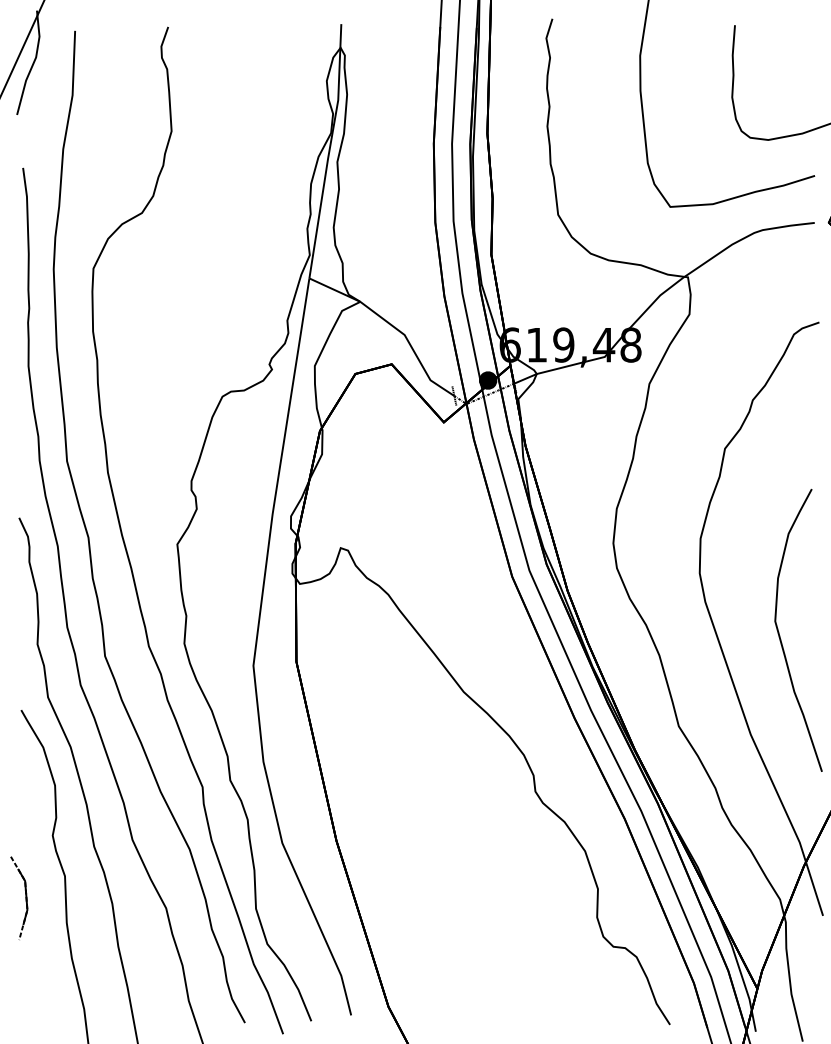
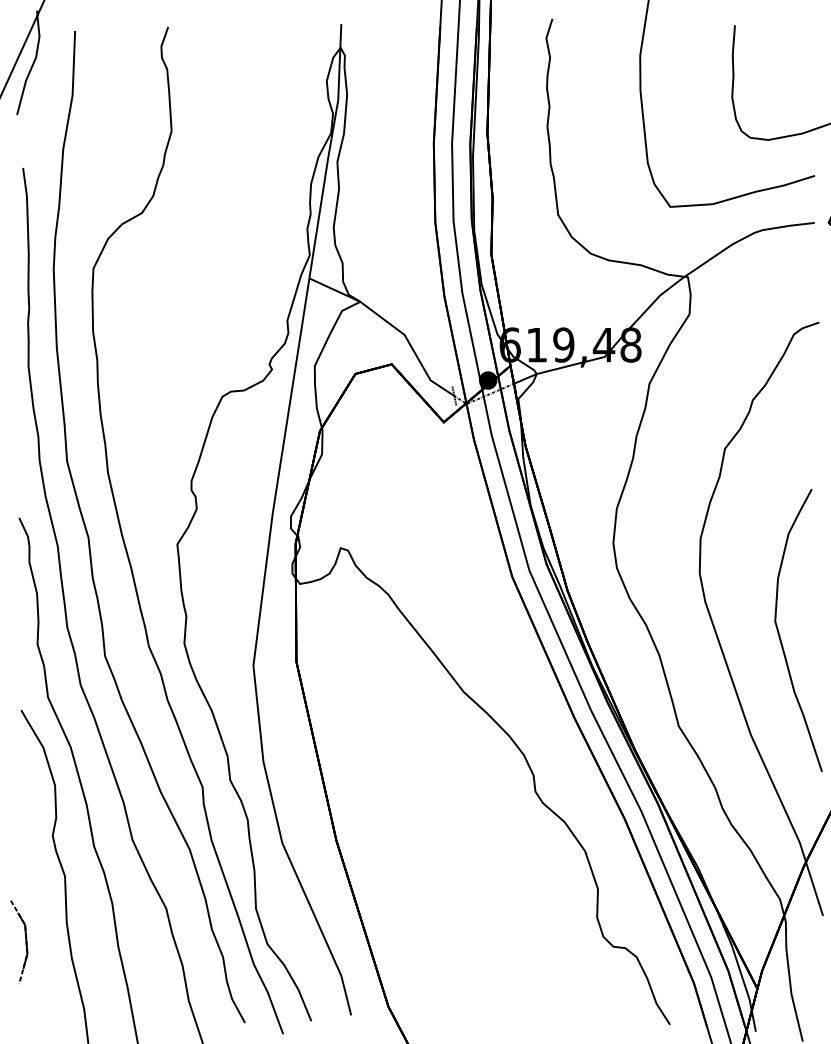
part at (19, 898) position: (19, 898) -> (19, 942)
